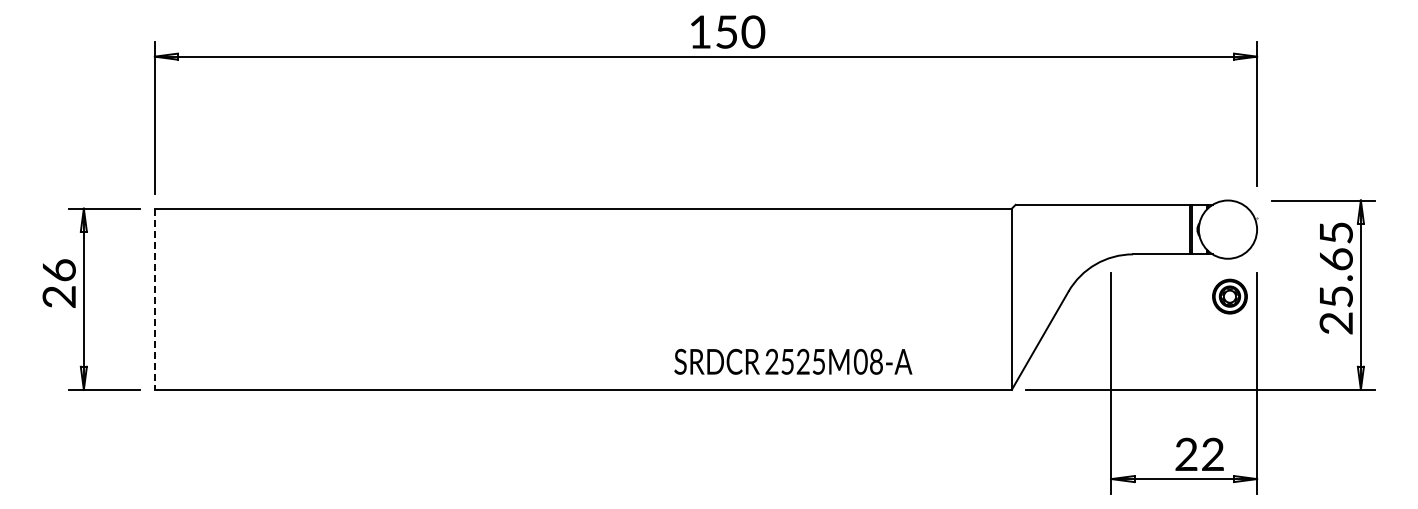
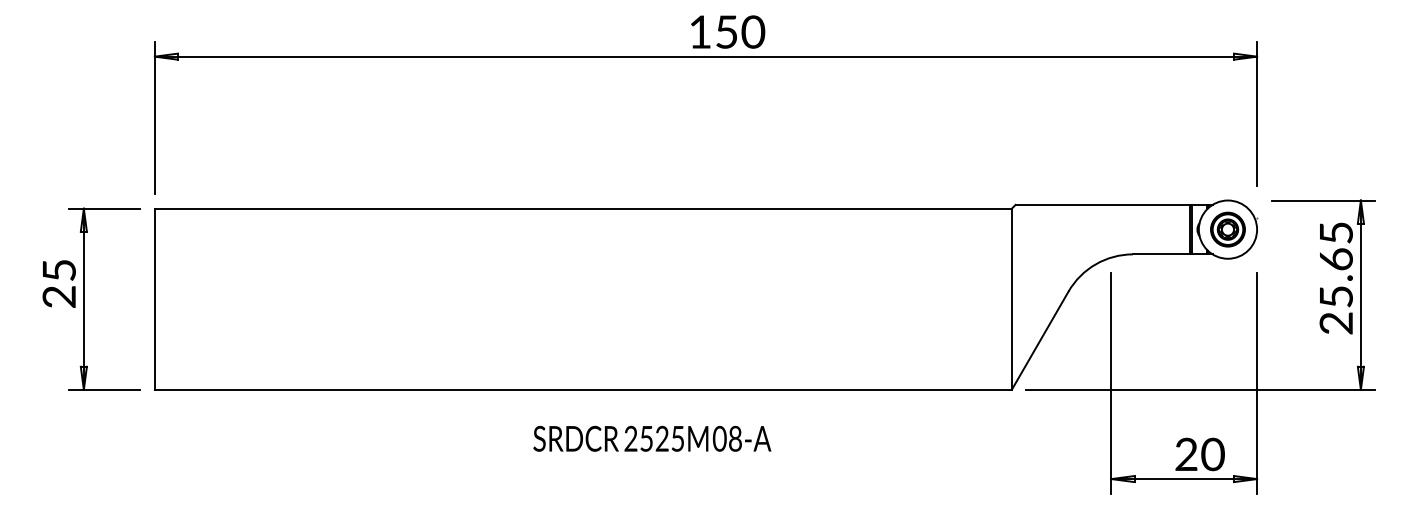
text at (59, 270): 26 -> 25
part at (1229, 296) position: (1229, 296) -> (1227, 229)
line at (154, 299): dashed -> solid
text at (793, 361) position: (793, 361) -> (652, 438)
text at (1212, 454): 22 -> 20
